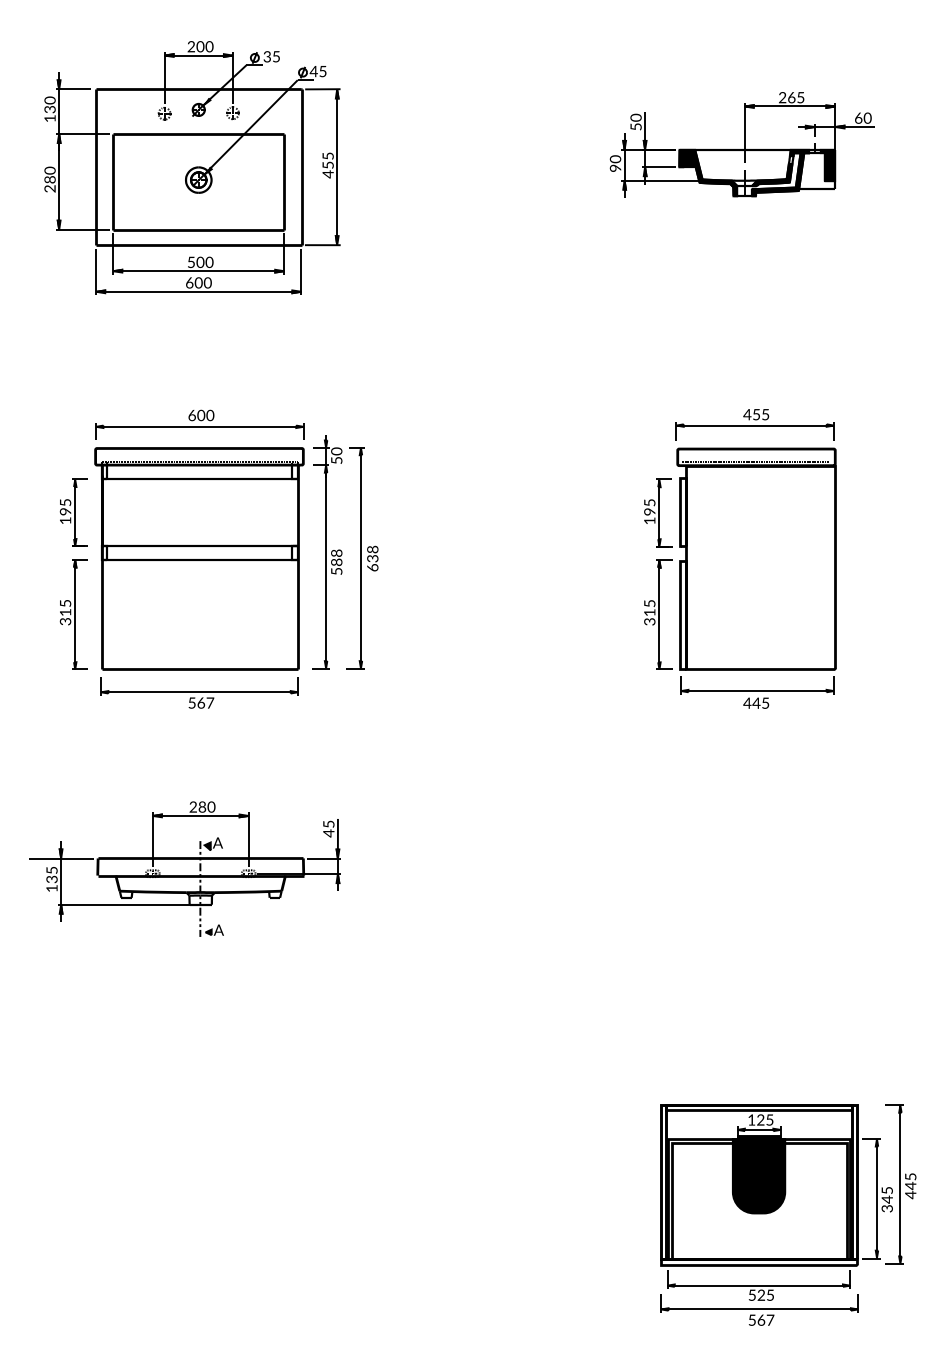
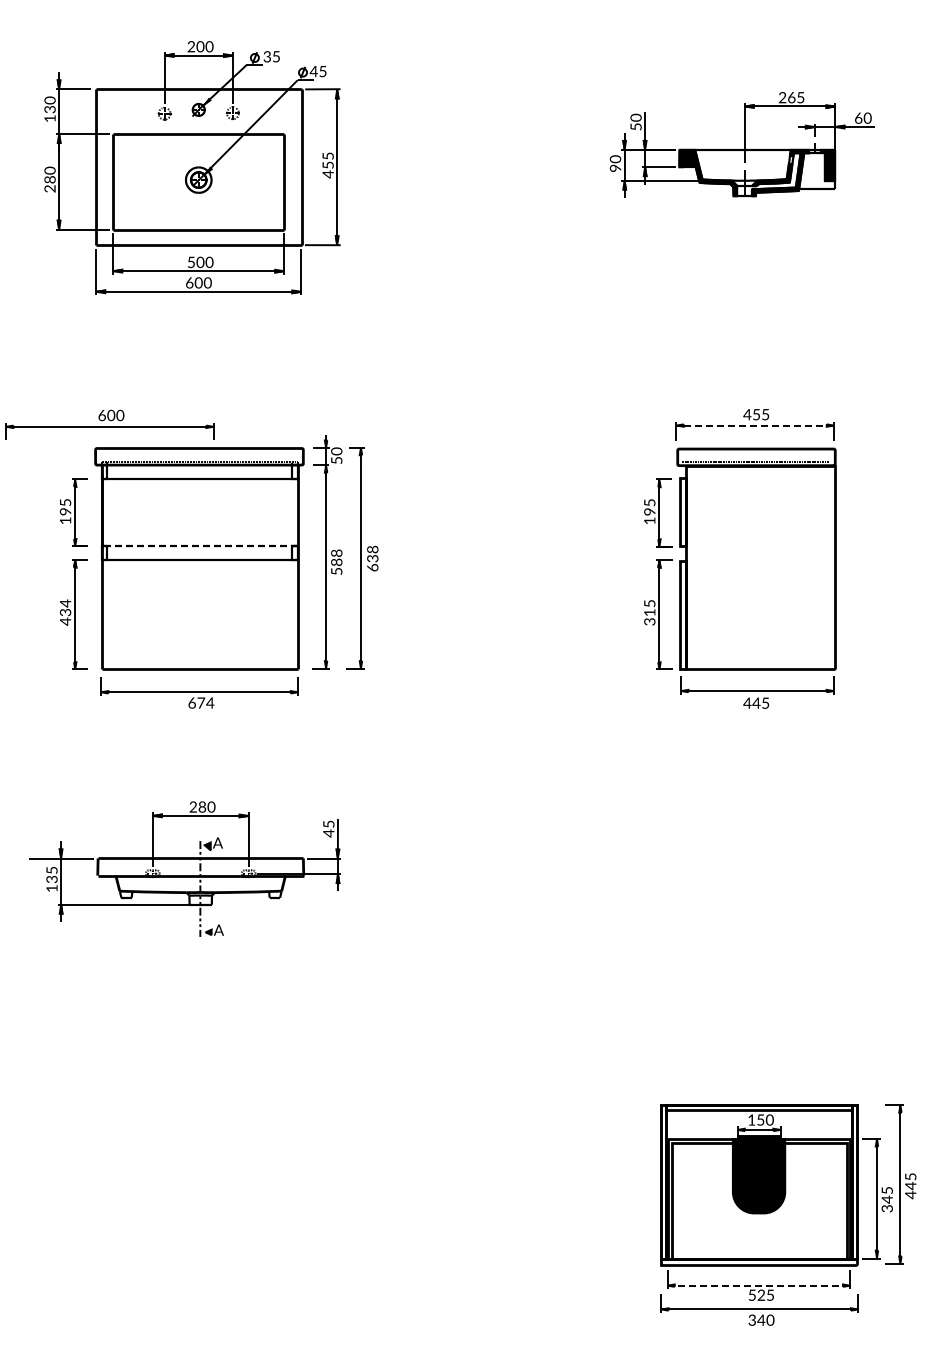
part at (199, 424) position: (199, 424) -> (109, 424)
line at (755, 425): solid -> dashed
line at (199, 546): solid -> dashed
text at (65, 612): 315 -> 434
text at (201, 702): 567 -> 674
text at (765, 1119): 125 -> 150
line at (758, 1285): solid -> dashed
text at (761, 1319): 567 -> 340
